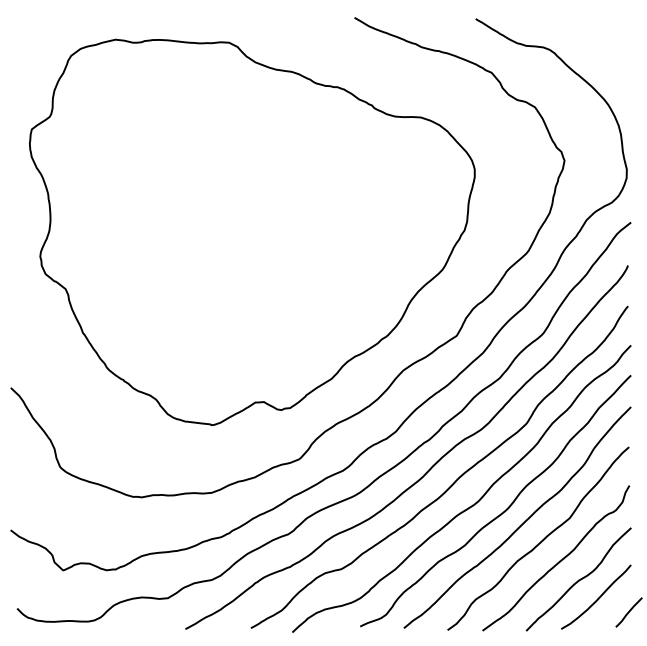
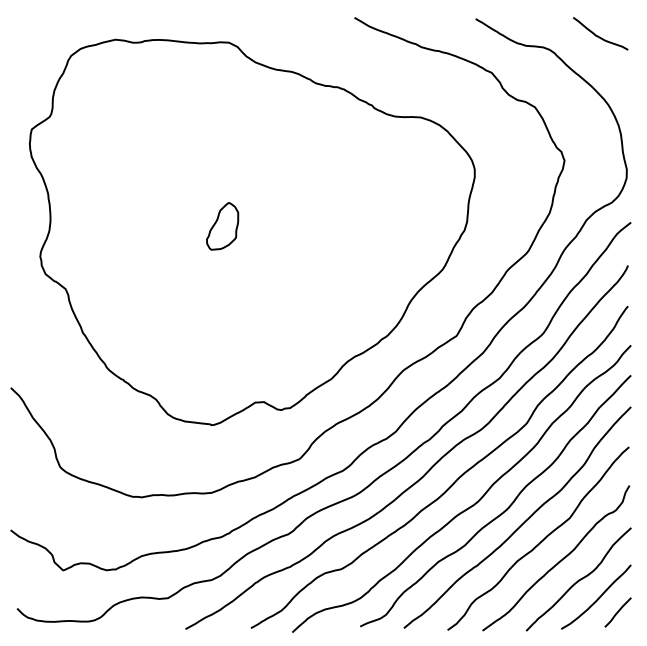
curve at (598, 35): none -> present
part at (222, 226): none -> present
line at (628, 612) position: (628, 612) -> (617, 612)
